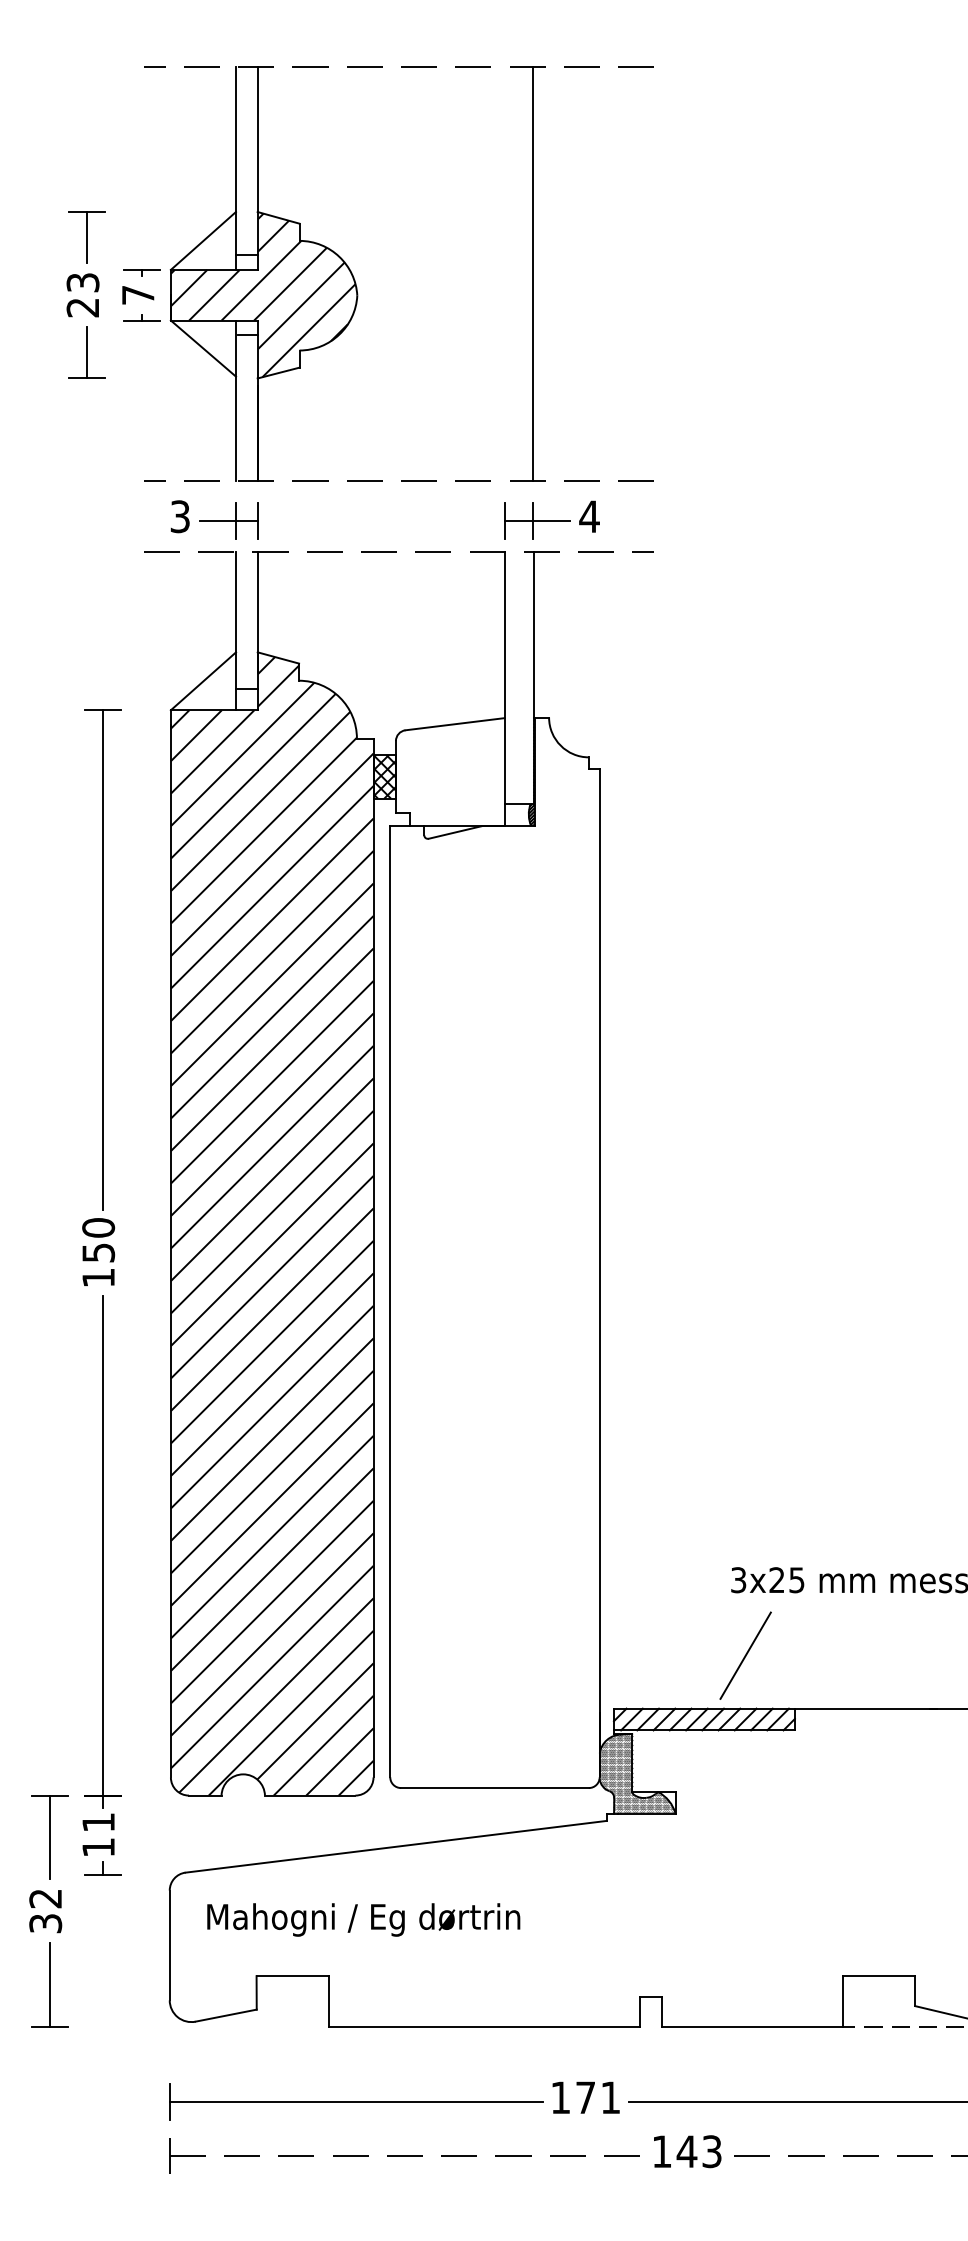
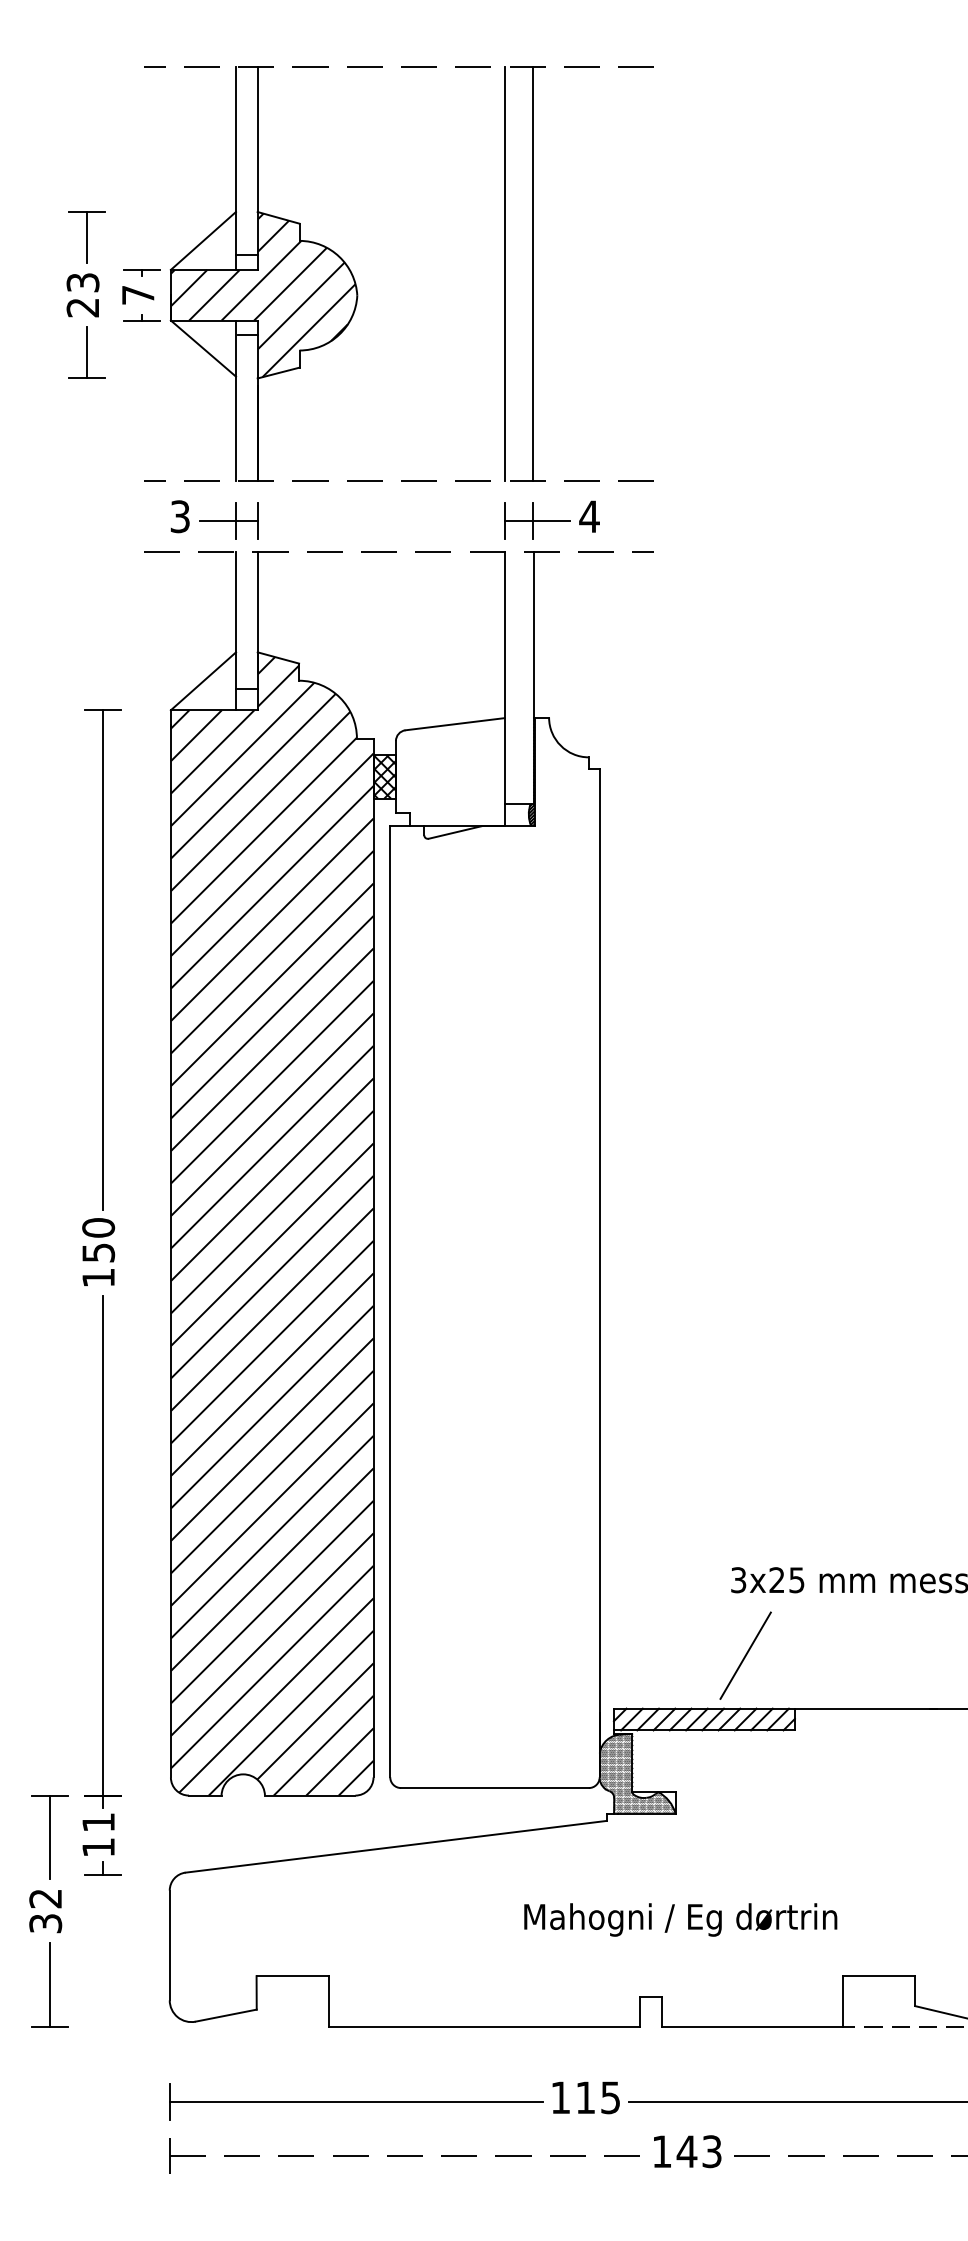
line at (504, 273): none -> present
text at (363, 1919) position: (363, 1919) -> (680, 1919)
text at (597, 2097): 171 -> 115
